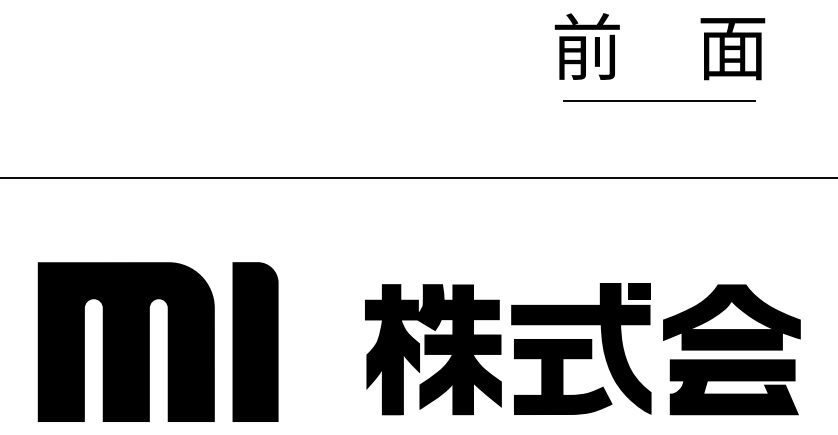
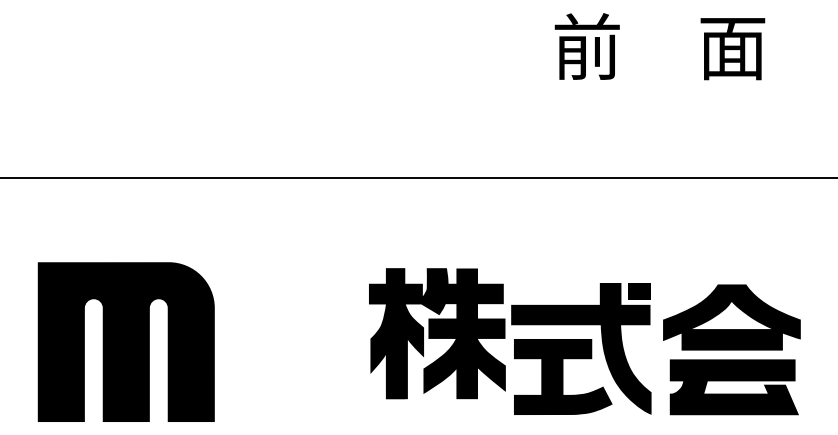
line at (658, 101): present -> none
fill at (255, 342): present -> none
part at (433, 349) position: (433, 349) -> (437, 333)
